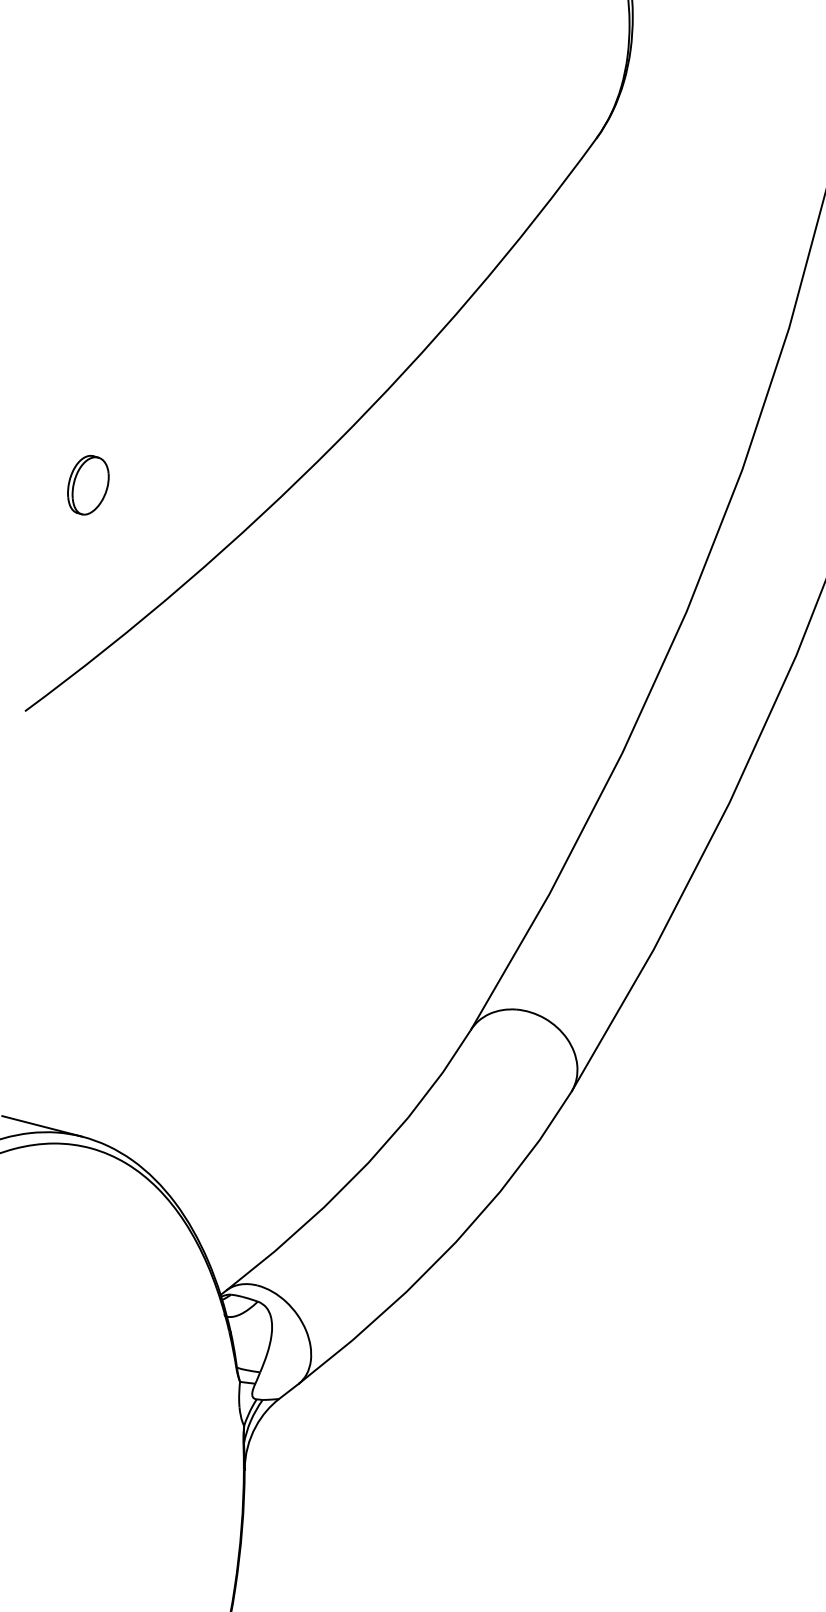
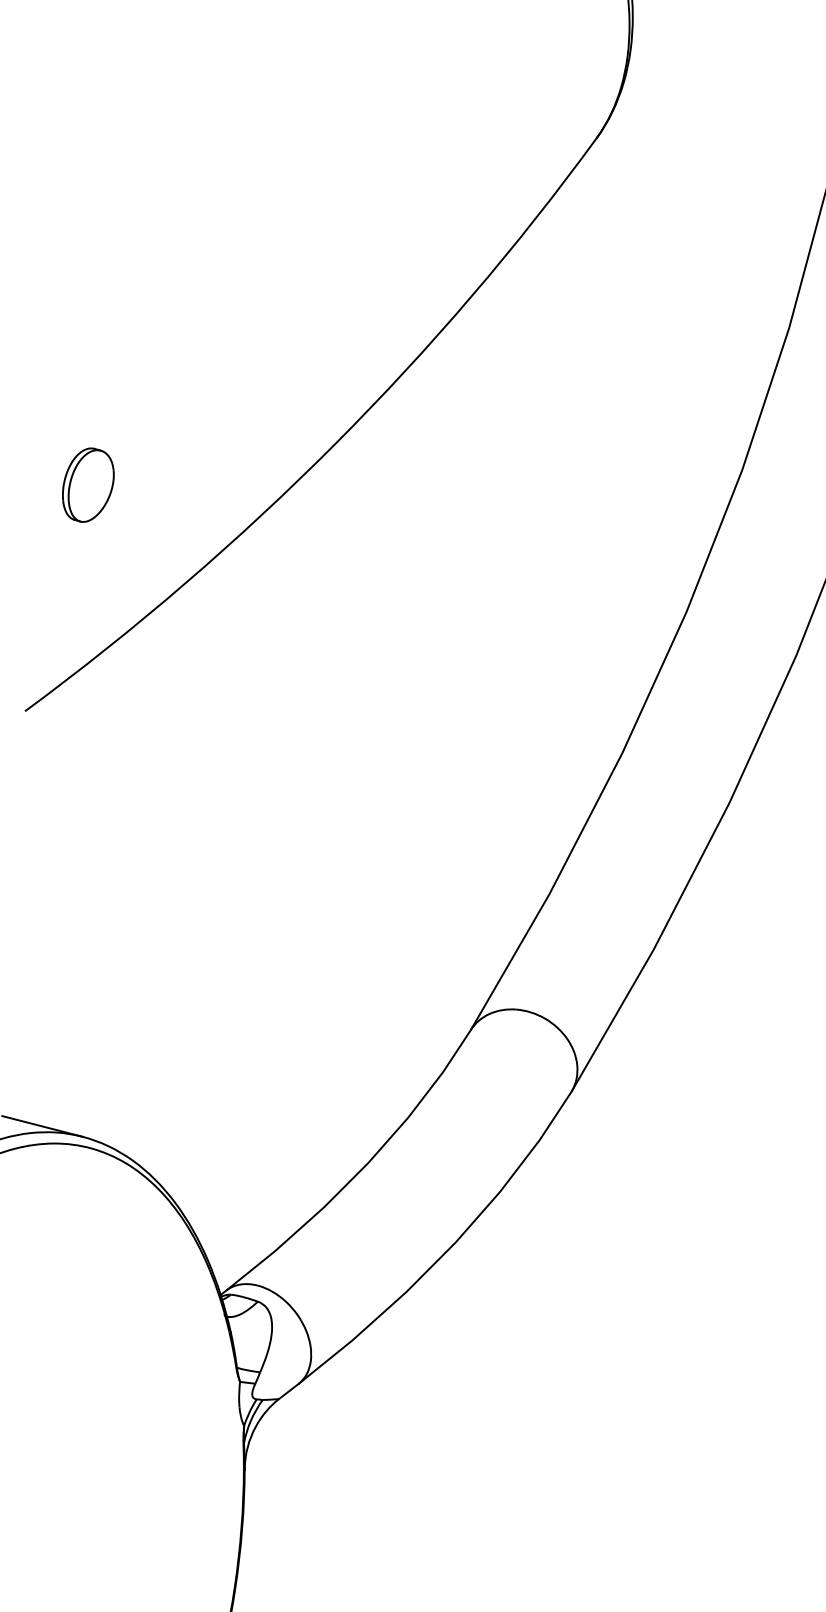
part at (88, 485) size: 43x61 px -> 53x76 px
